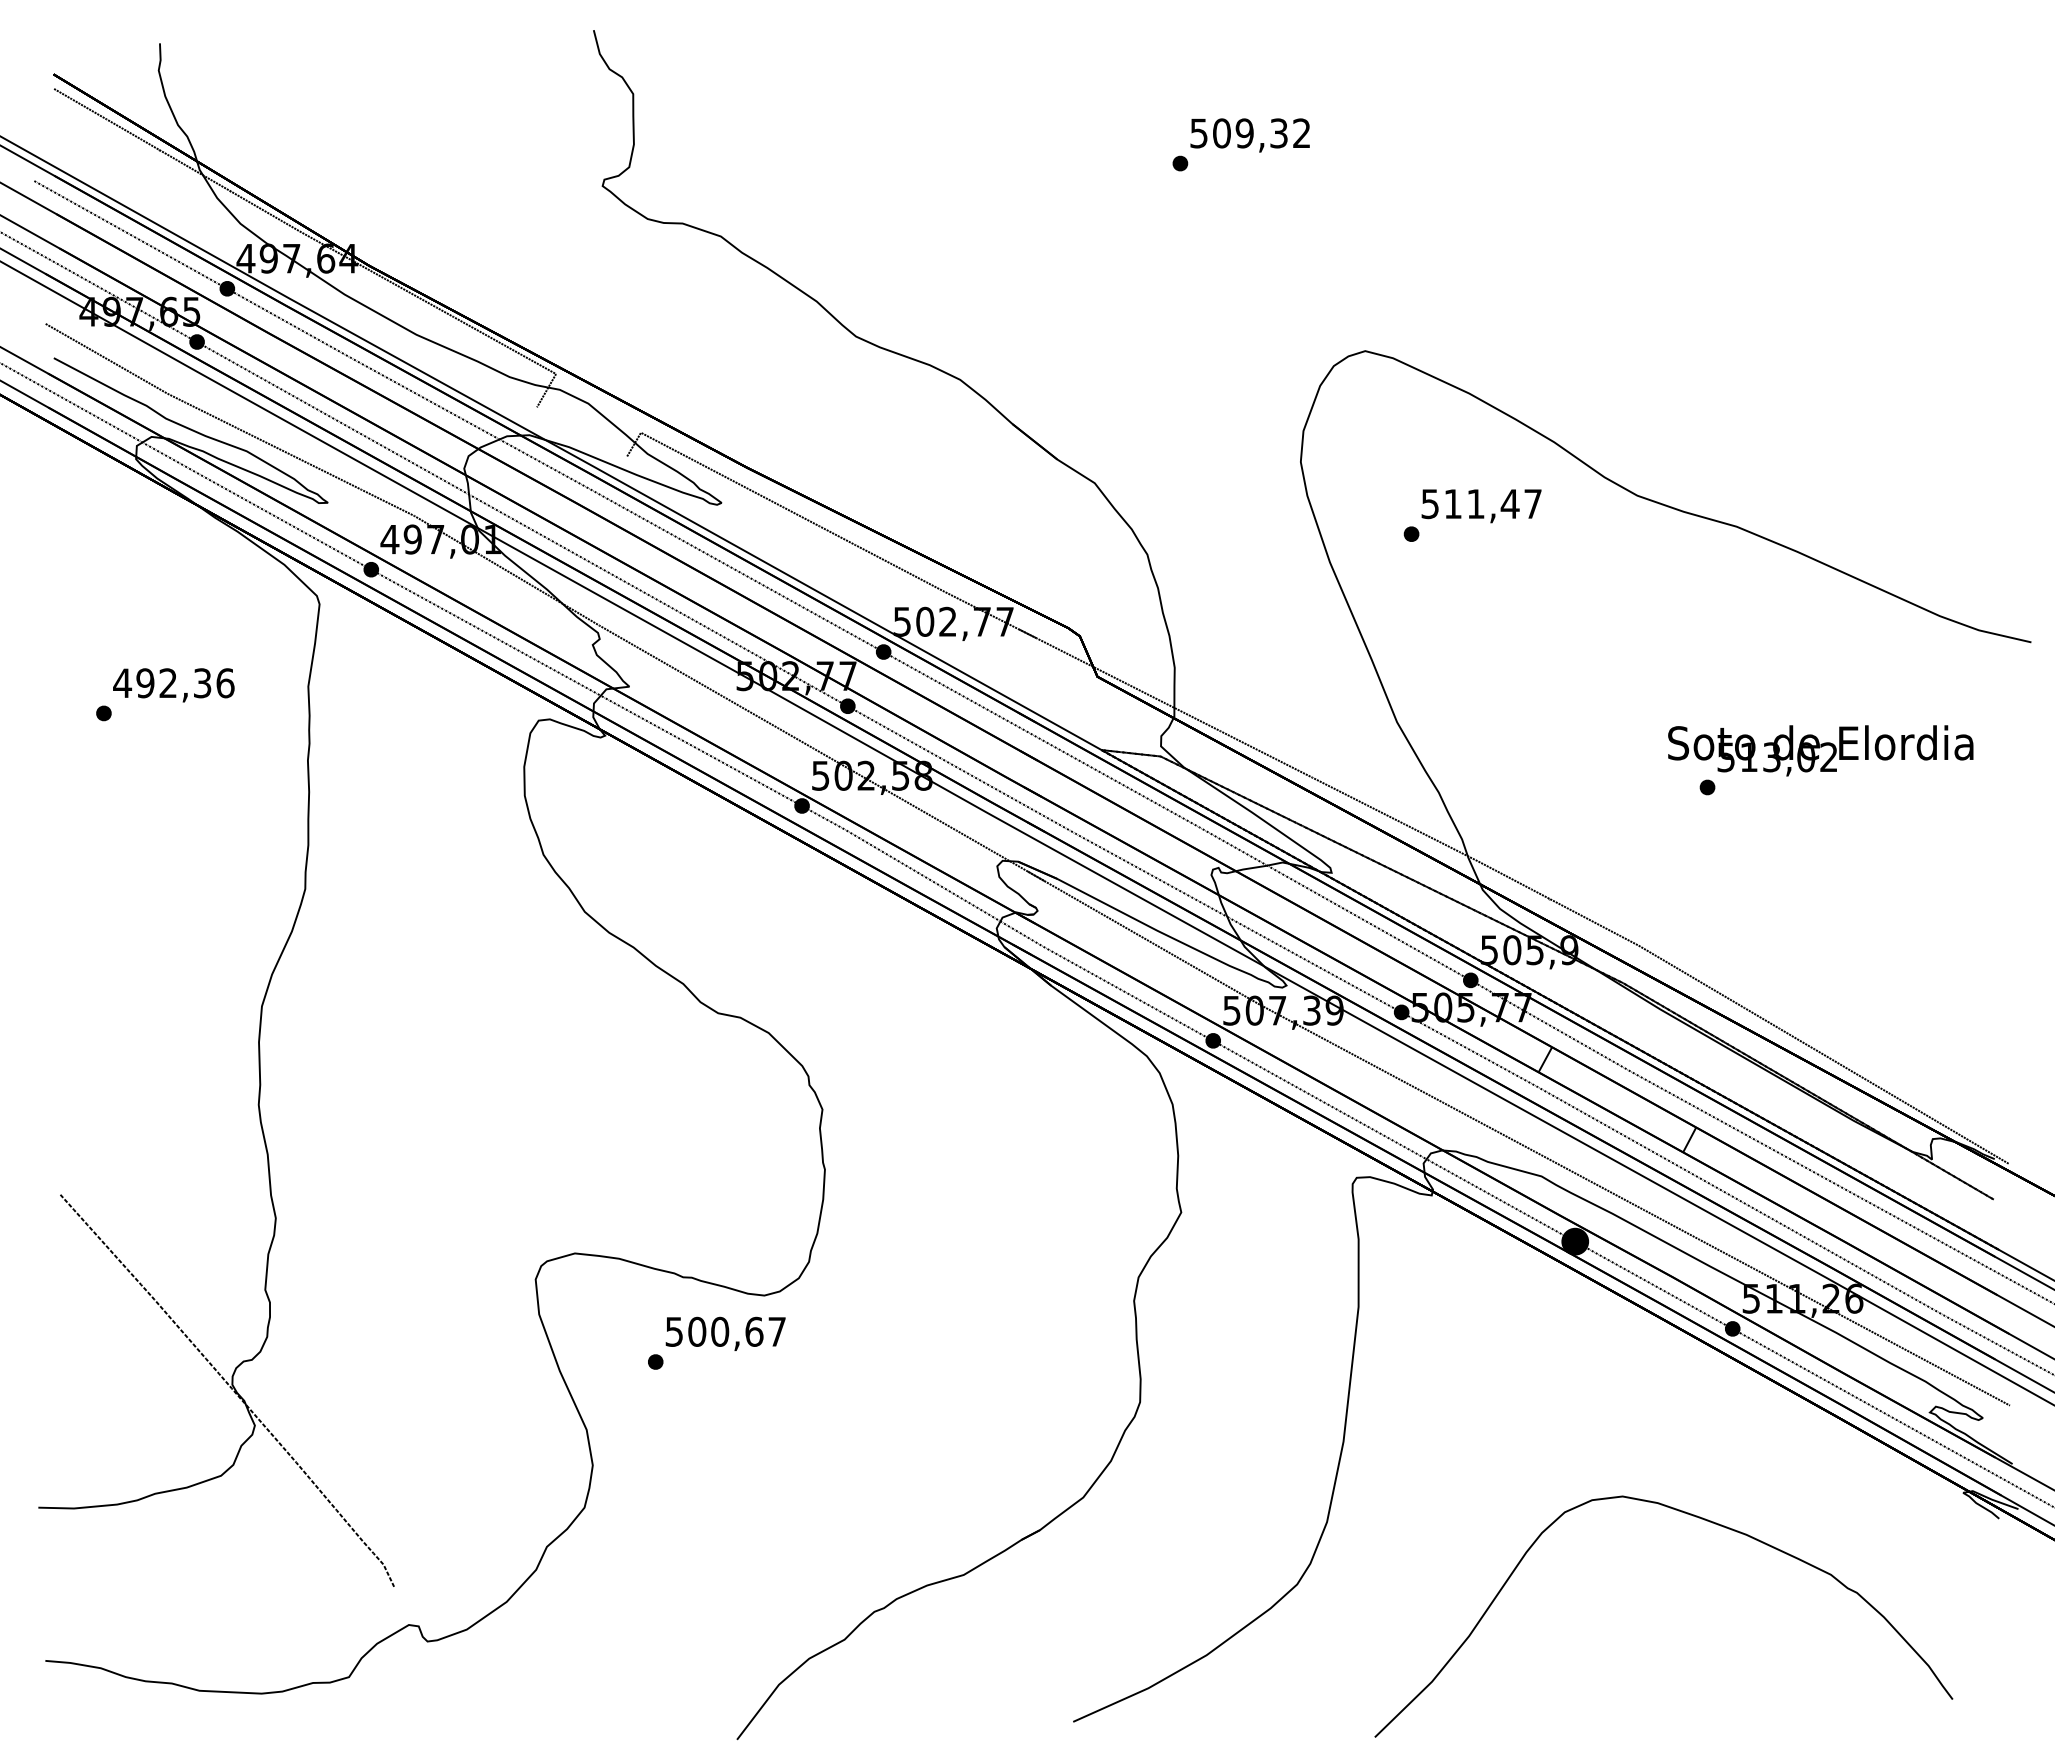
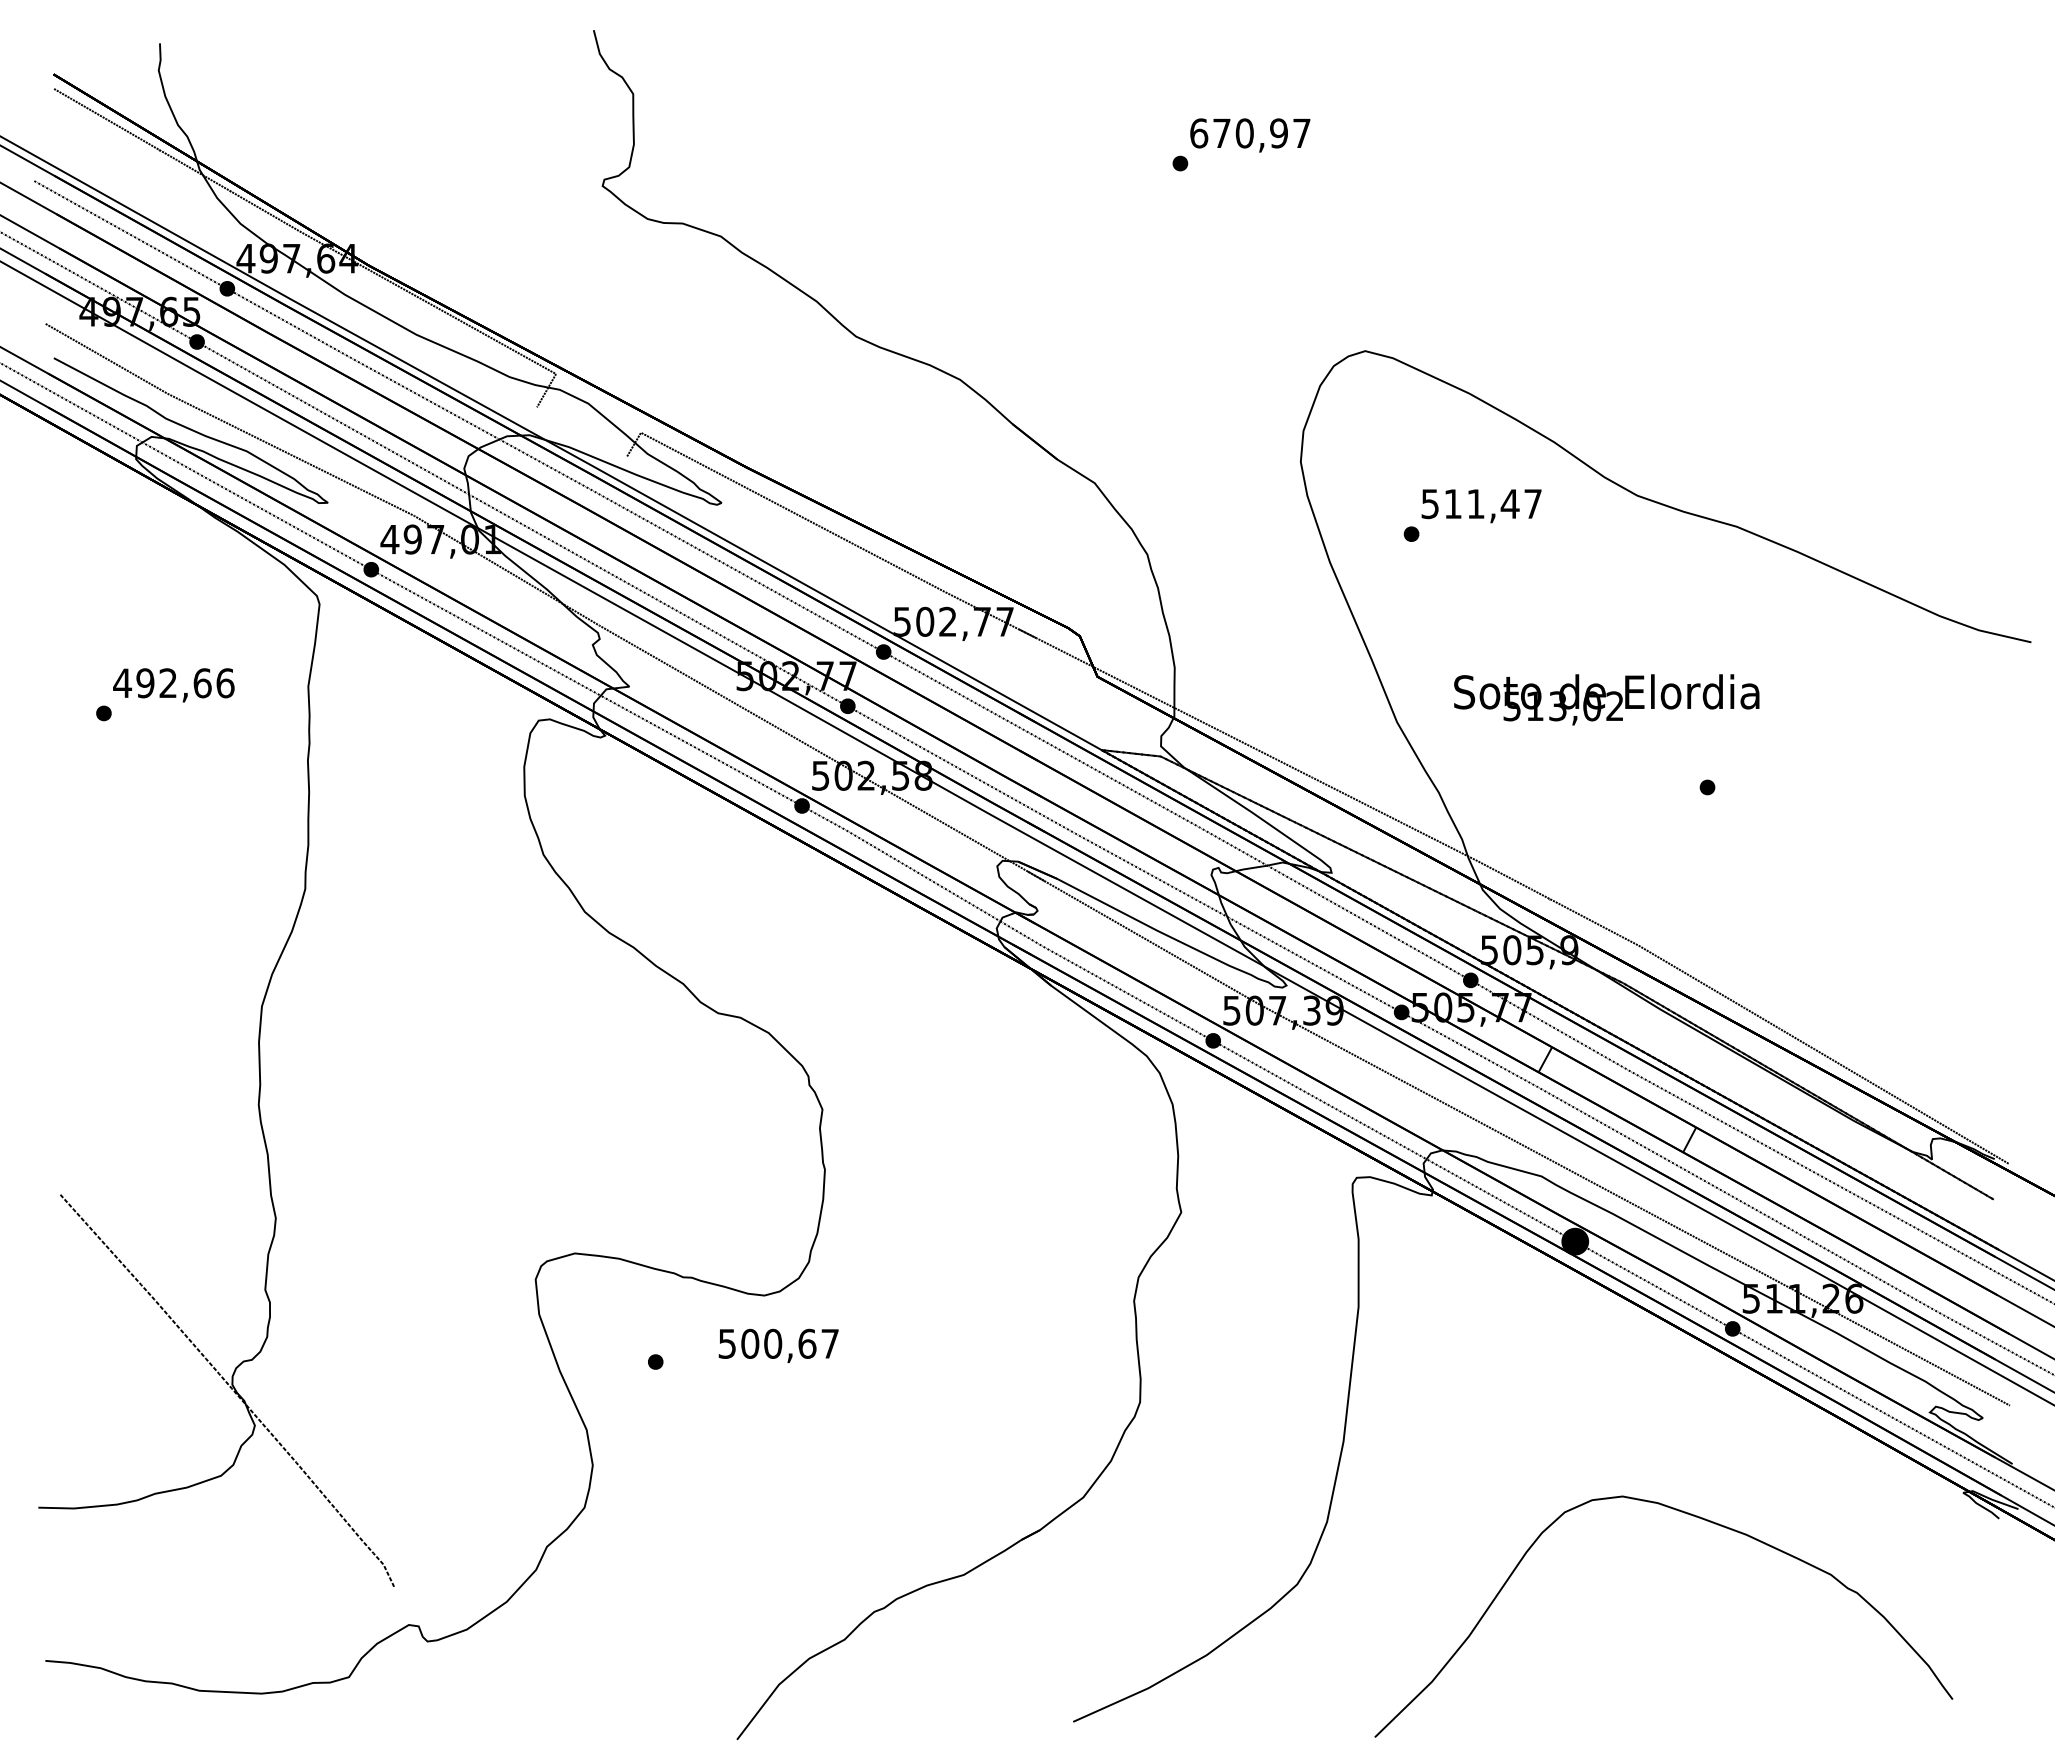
text at (1250, 133): 509,32 -> 670,97
text at (202, 683): 492,36 -> 492,66
text at (1820, 750) position: (1820, 750) -> (1606, 699)
text at (725, 1333) position: (725, 1333) -> (778, 1345)
